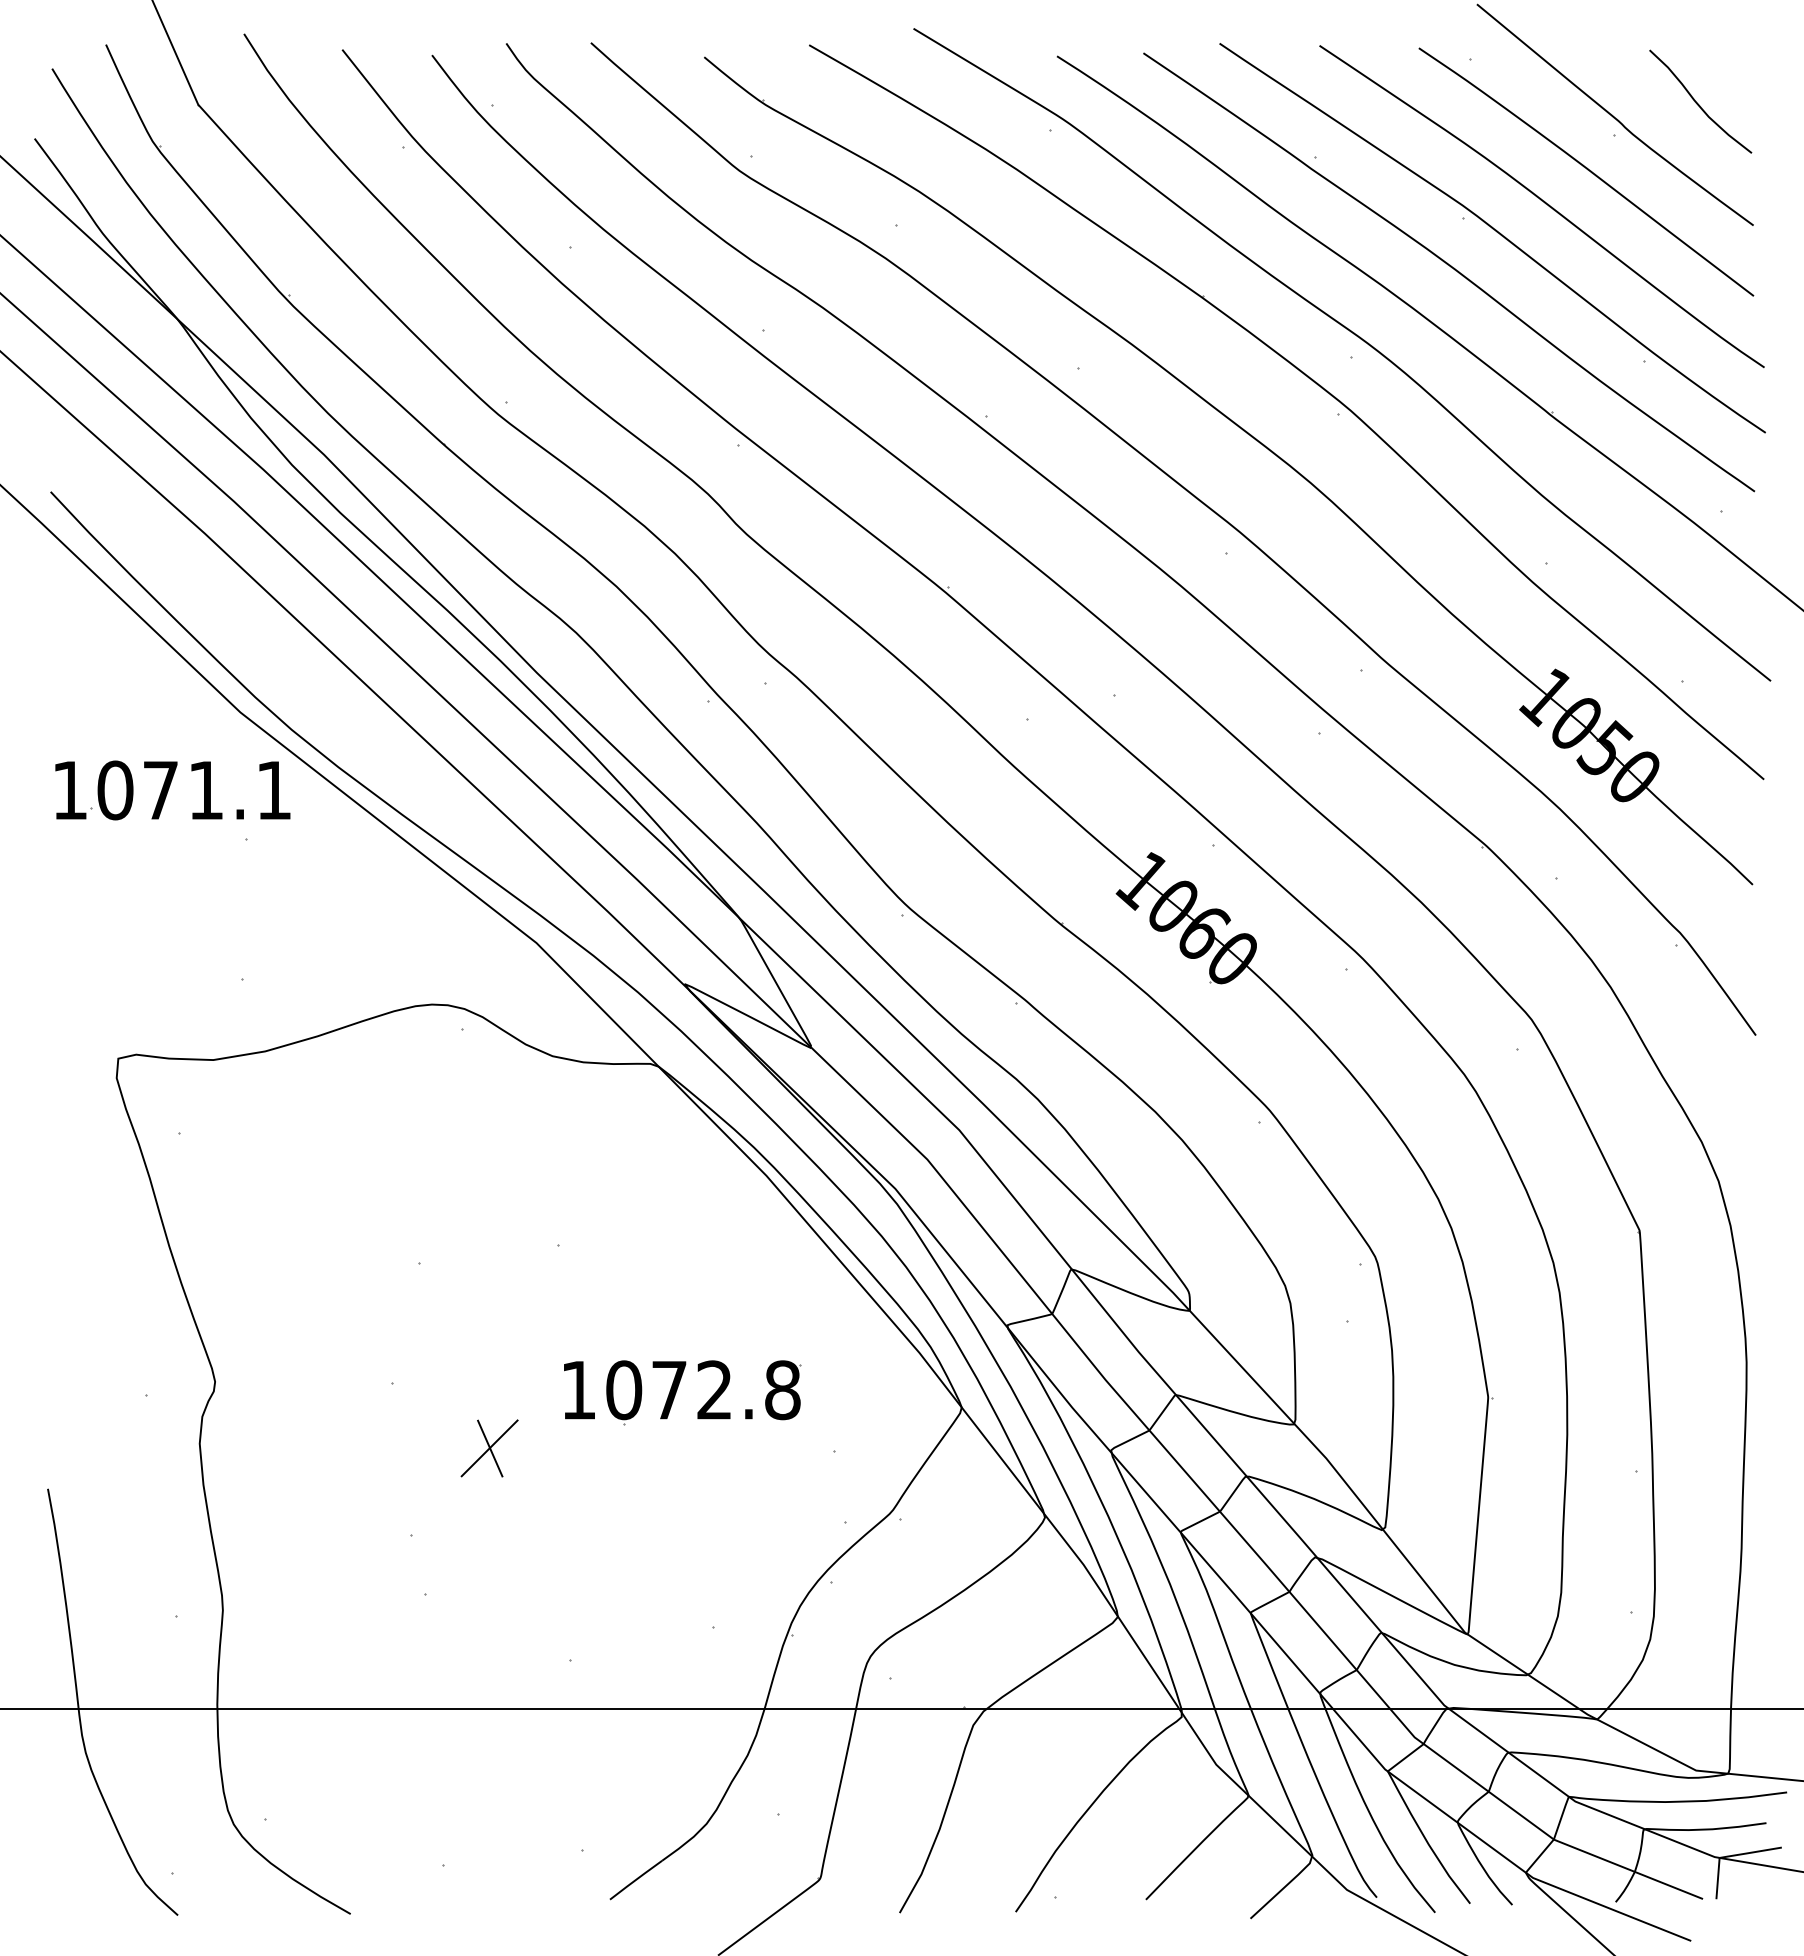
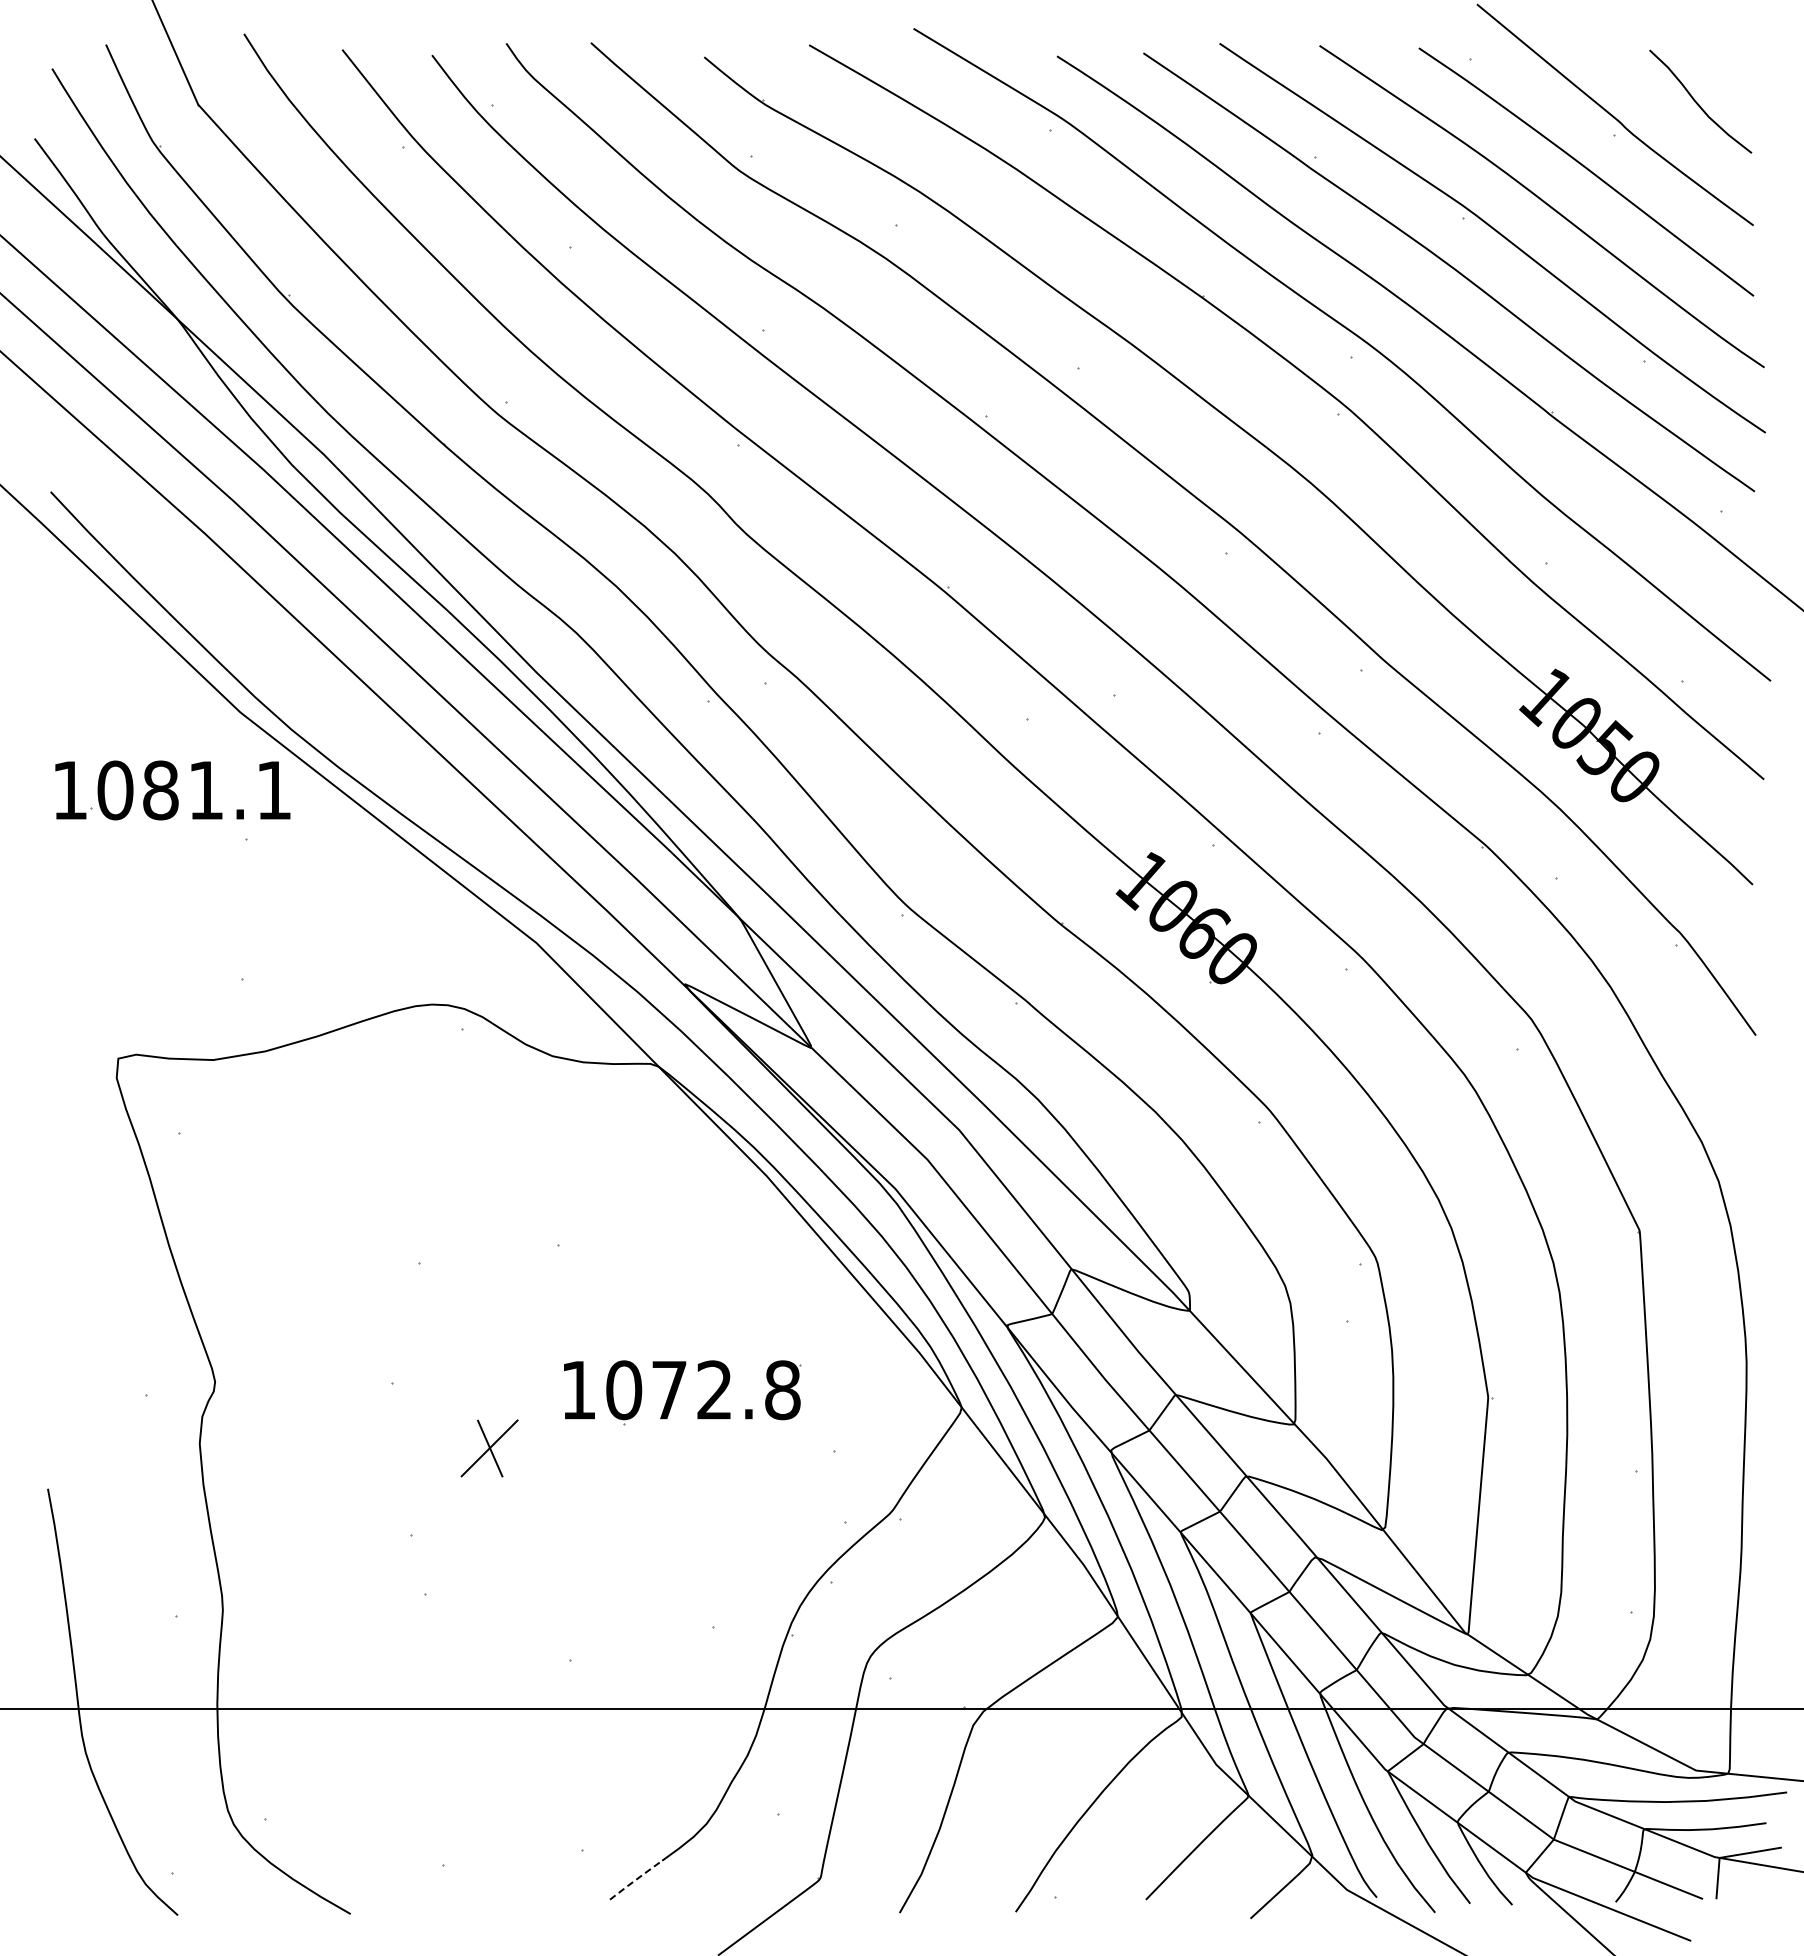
text at (160, 790): 1071.1 -> 1081.1
line at (636, 1879): solid -> dashed
